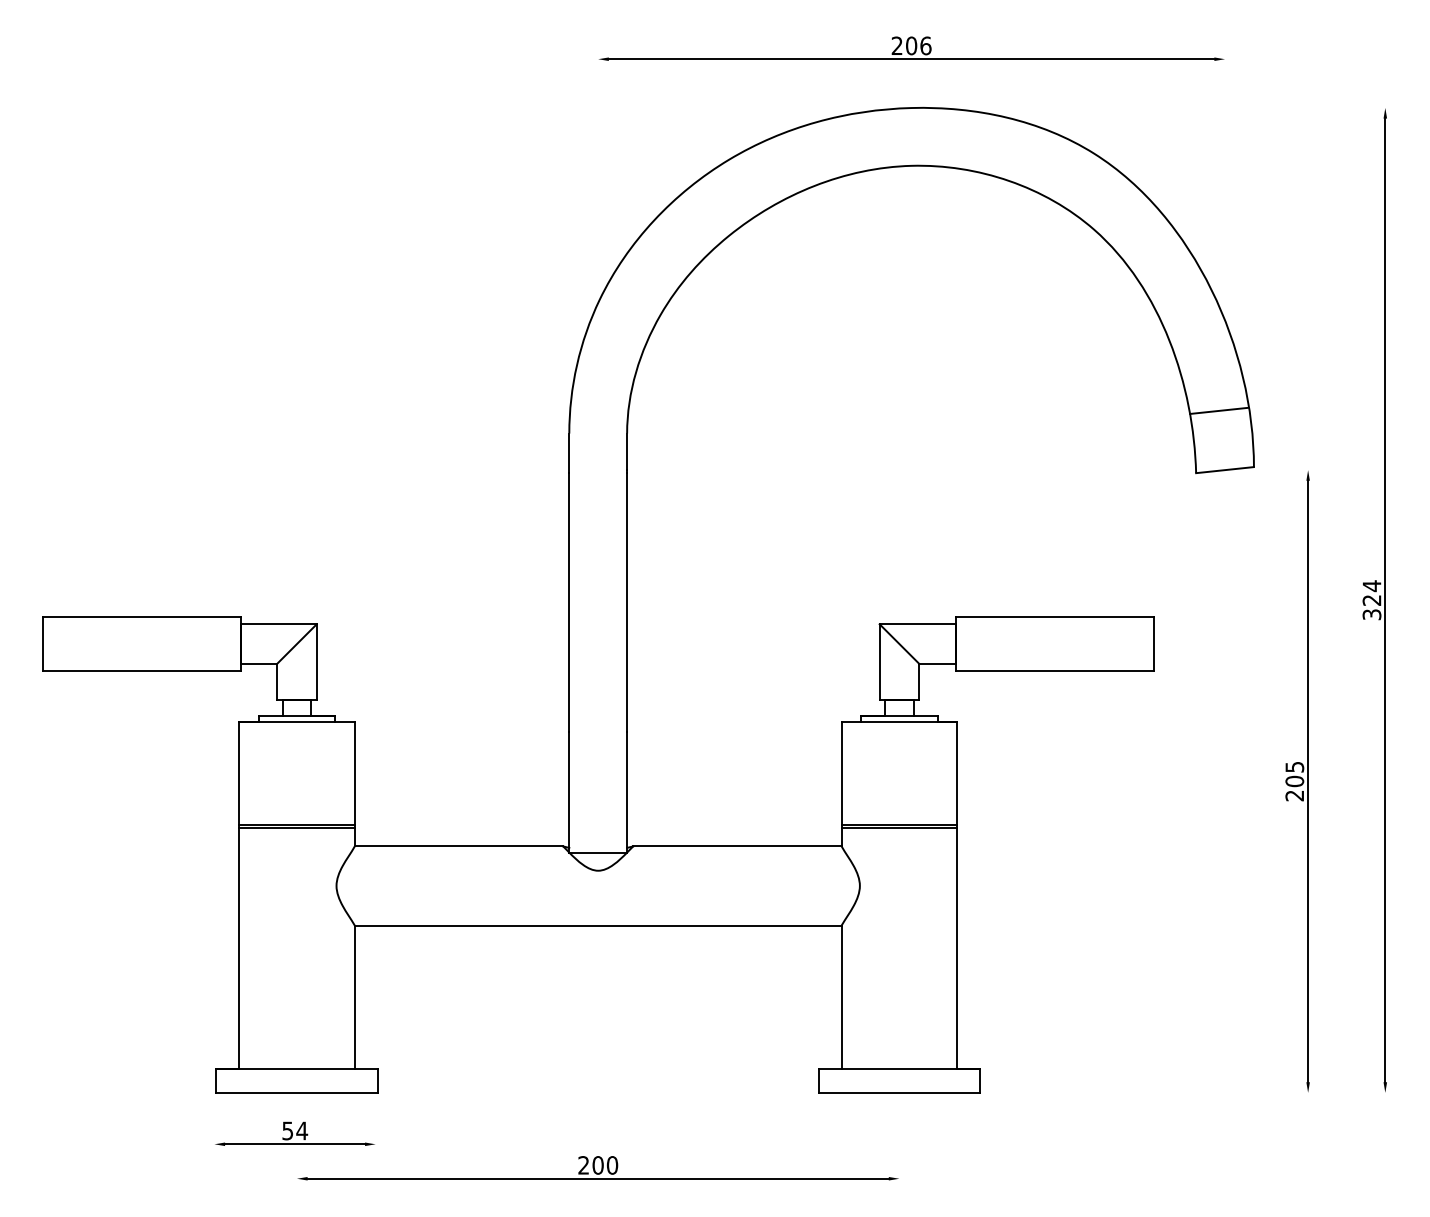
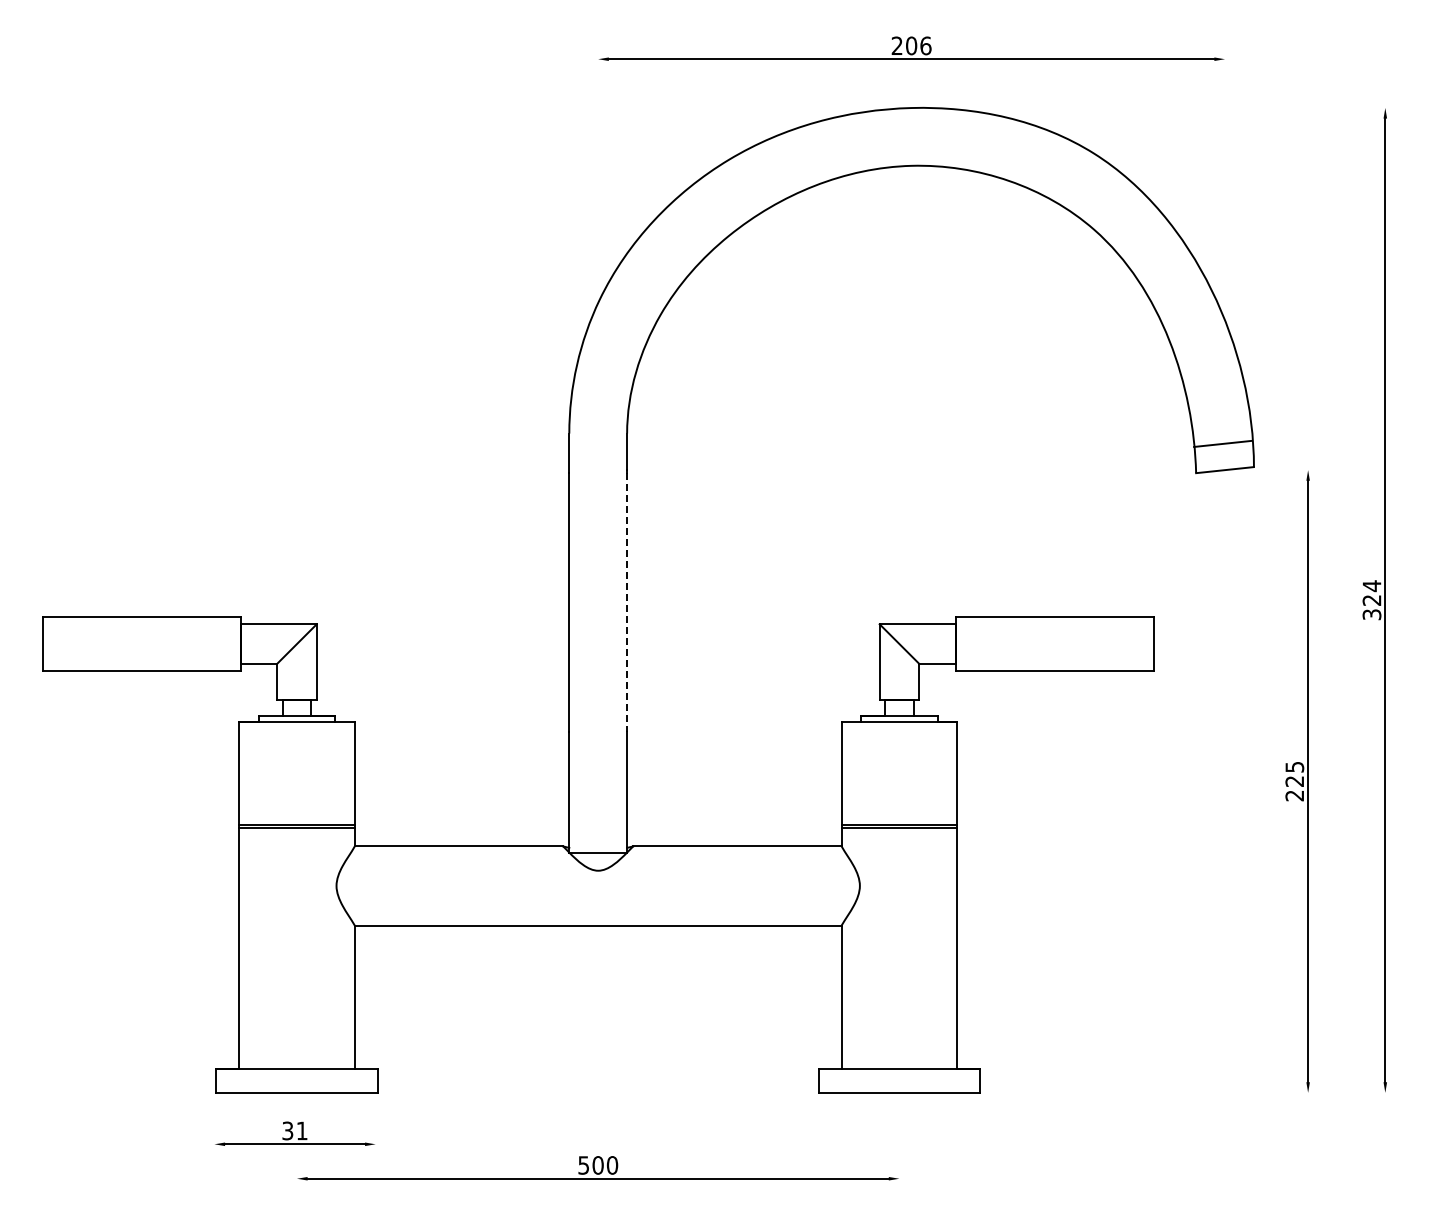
line at (1218, 410) position: (1218, 410) -> (1222, 443)
line at (627, 602): solid -> dashed
text at (1294, 781): 205 -> 225
text at (295, 1130): 54 -> 31
text at (583, 1165): 200 -> 500
